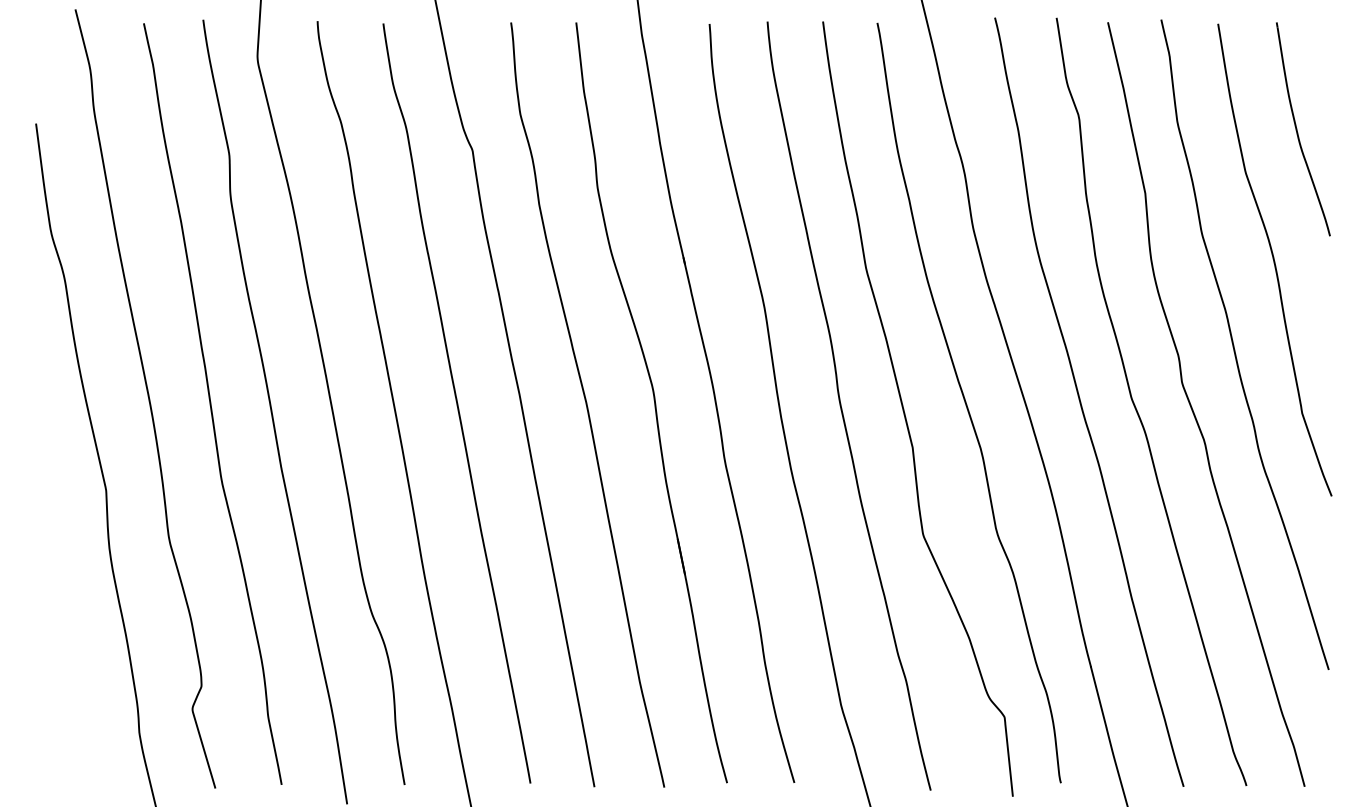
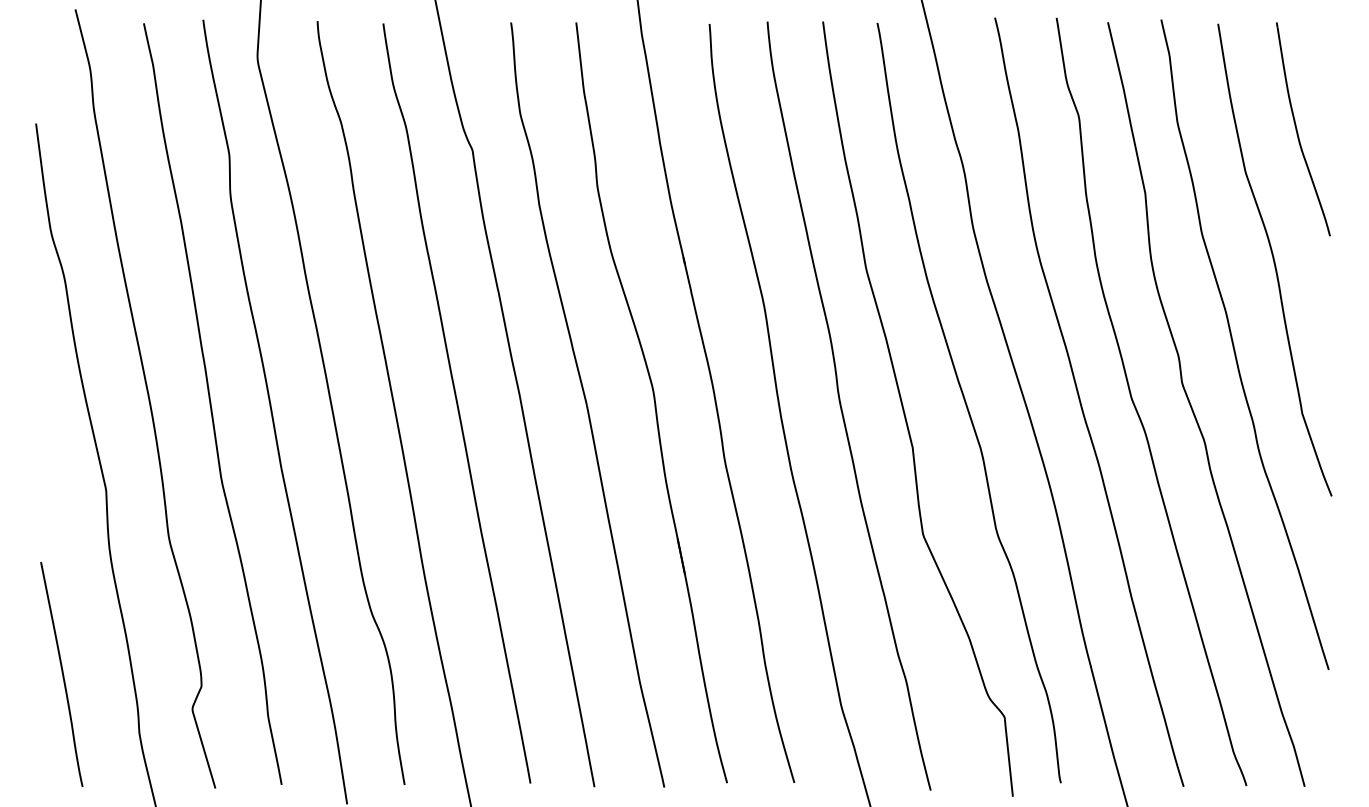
curve at (62, 674): none -> present
